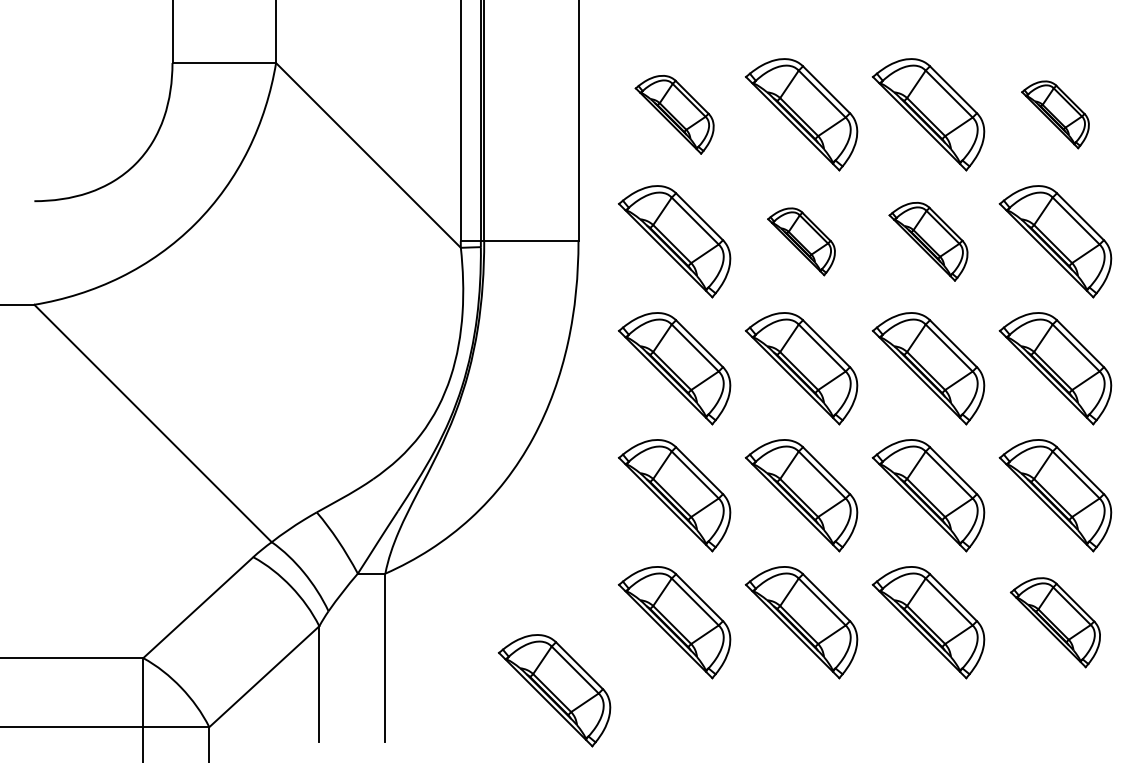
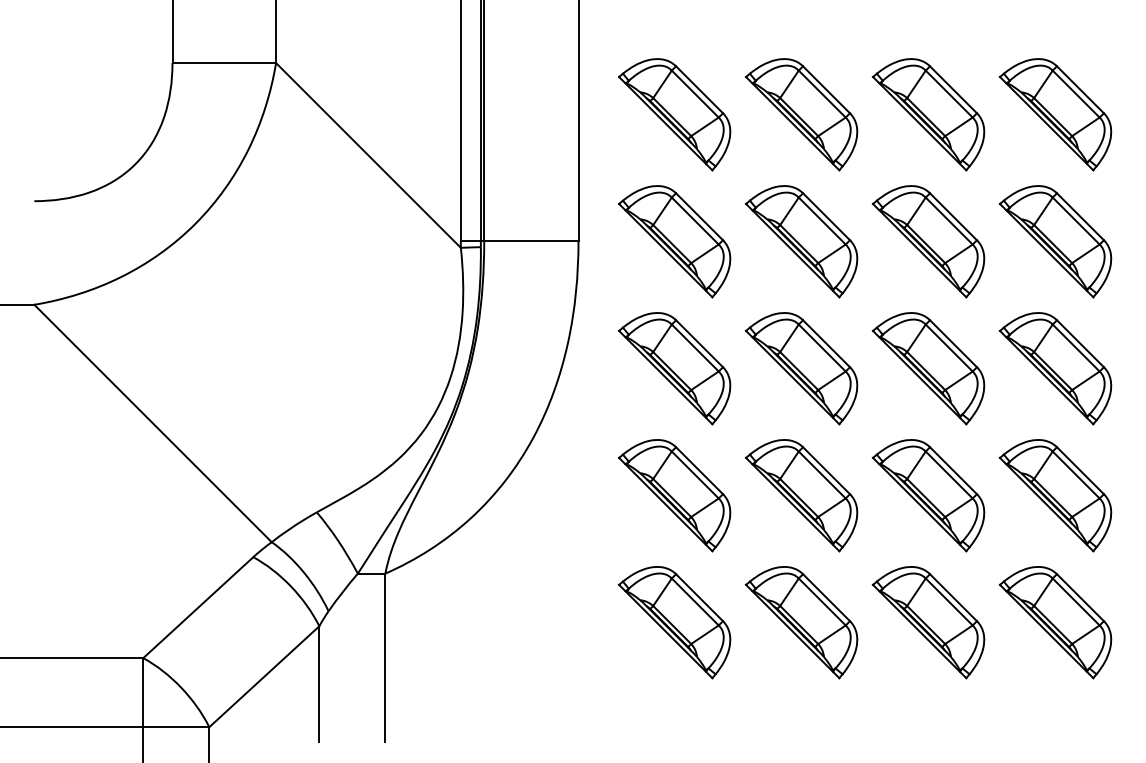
part at (674, 114) size: 81x80 px -> 114x114 px
part at (1055, 114) size: 69x70 px -> 115x114 px
part at (801, 241) size: 69x70 px -> 115x114 px
part at (928, 241) size: 81x80 px -> 115x114 px
part at (1054, 622) size: 92x92 px -> 115x114 px
part at (554, 690): present -> none
